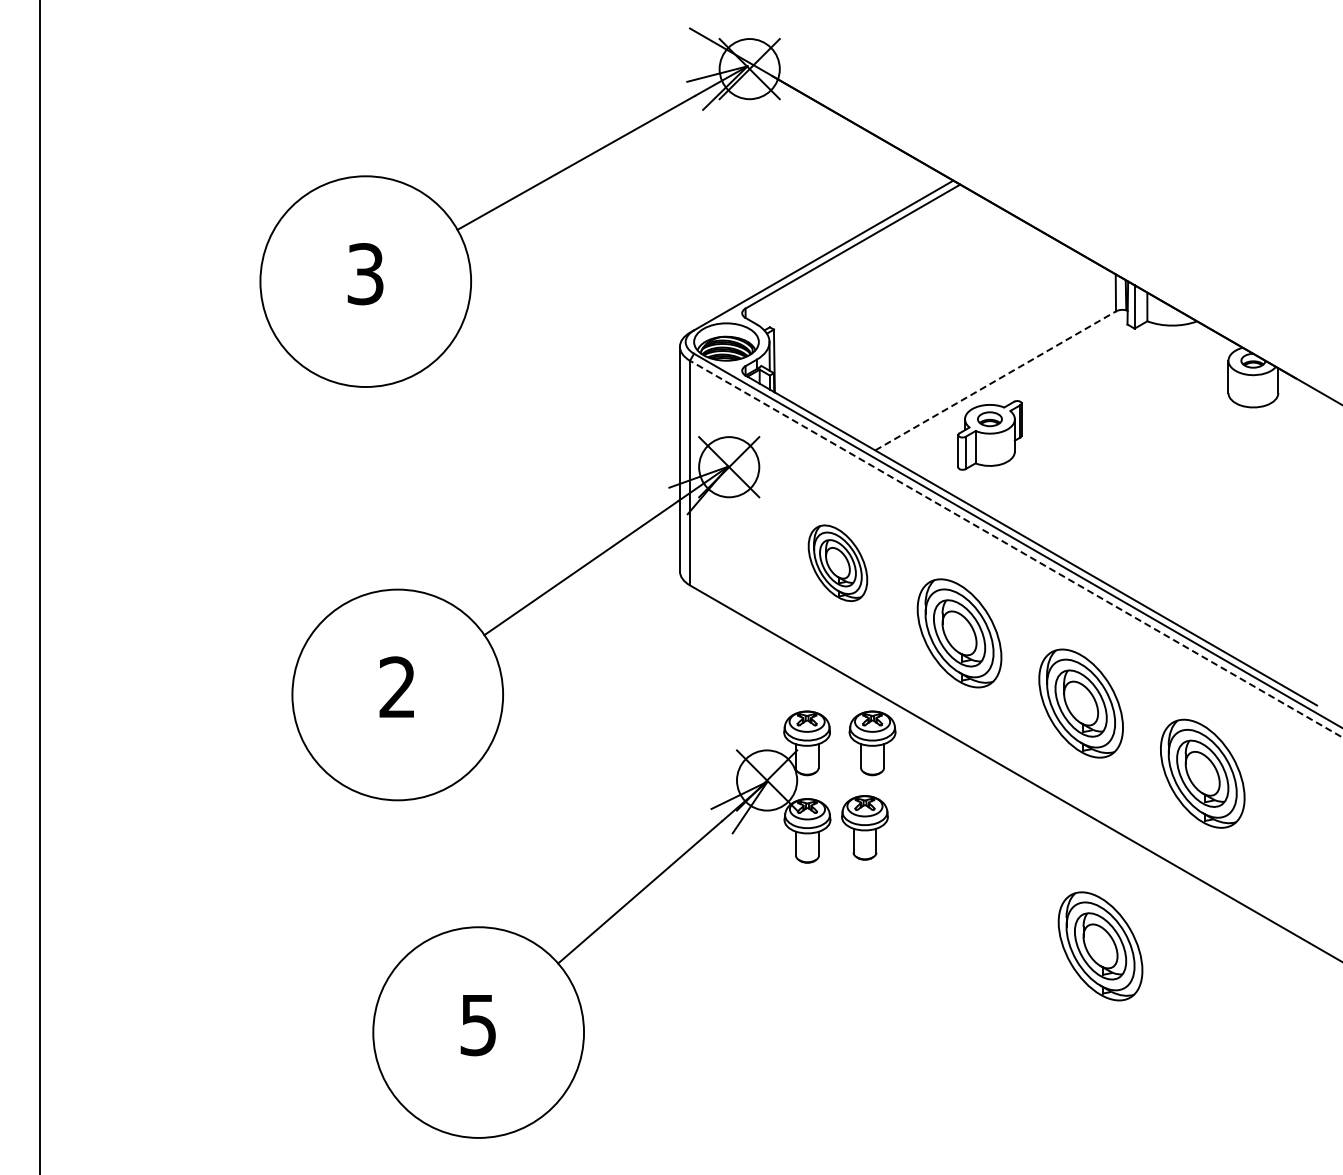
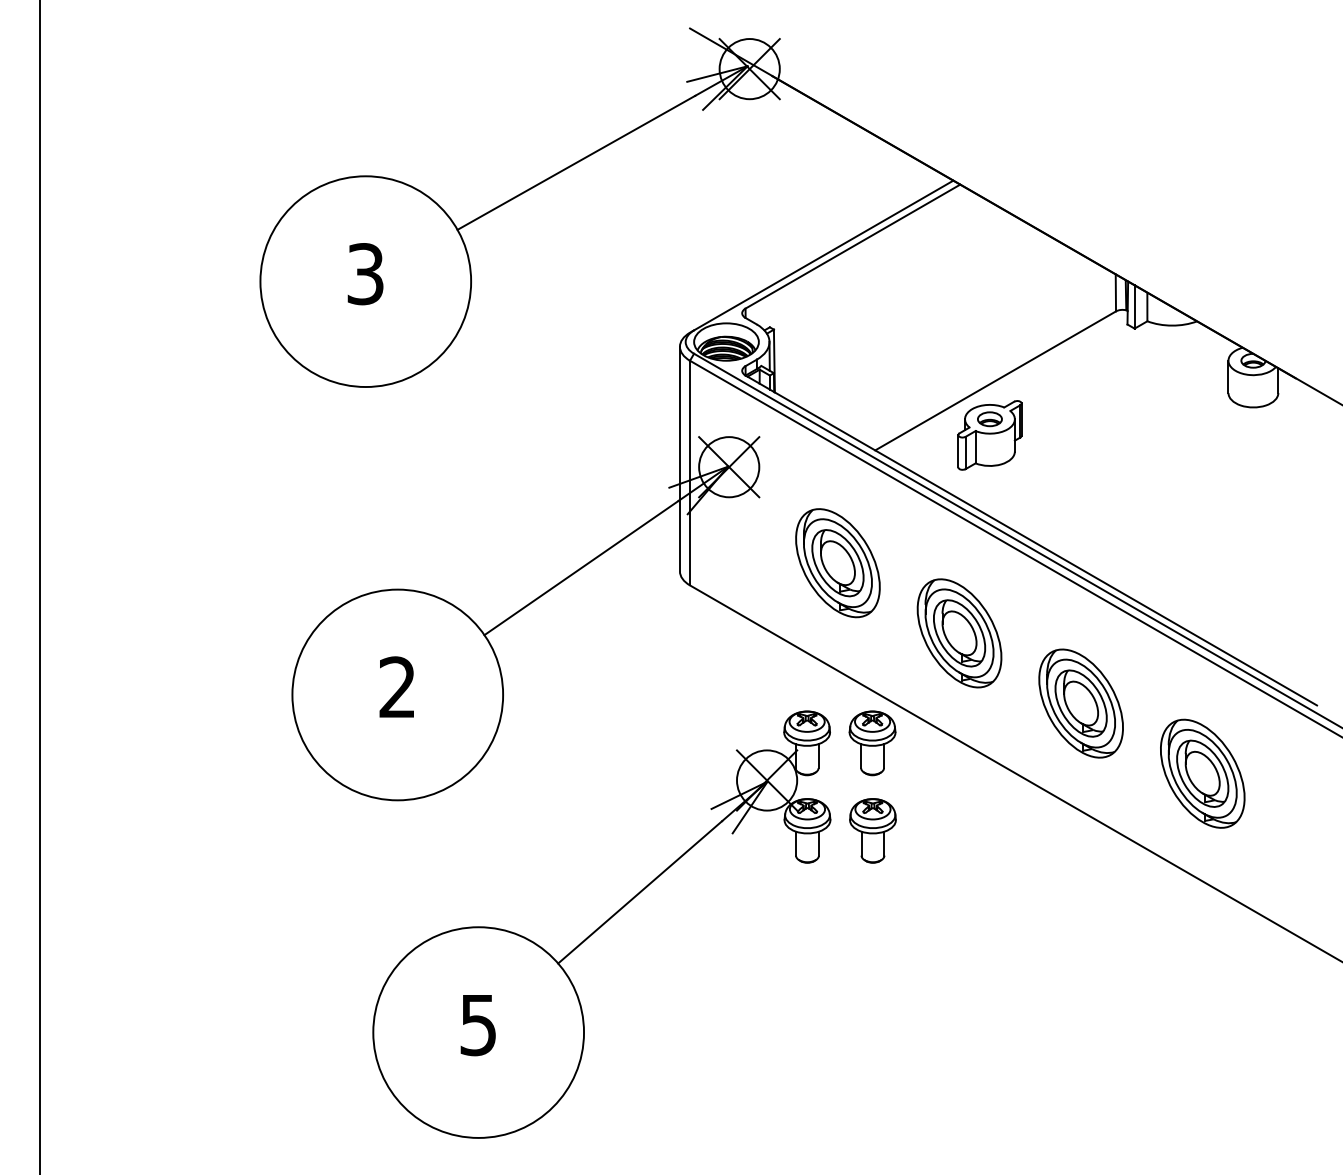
line at (995, 380): dashed -> solid
line at (1016, 549): dashed -> solid
part at (837, 563) size: 62x79 px -> 86x111 px
part at (864, 827) position: (864, 827) -> (872, 830)
part at (1100, 946): present -> none
